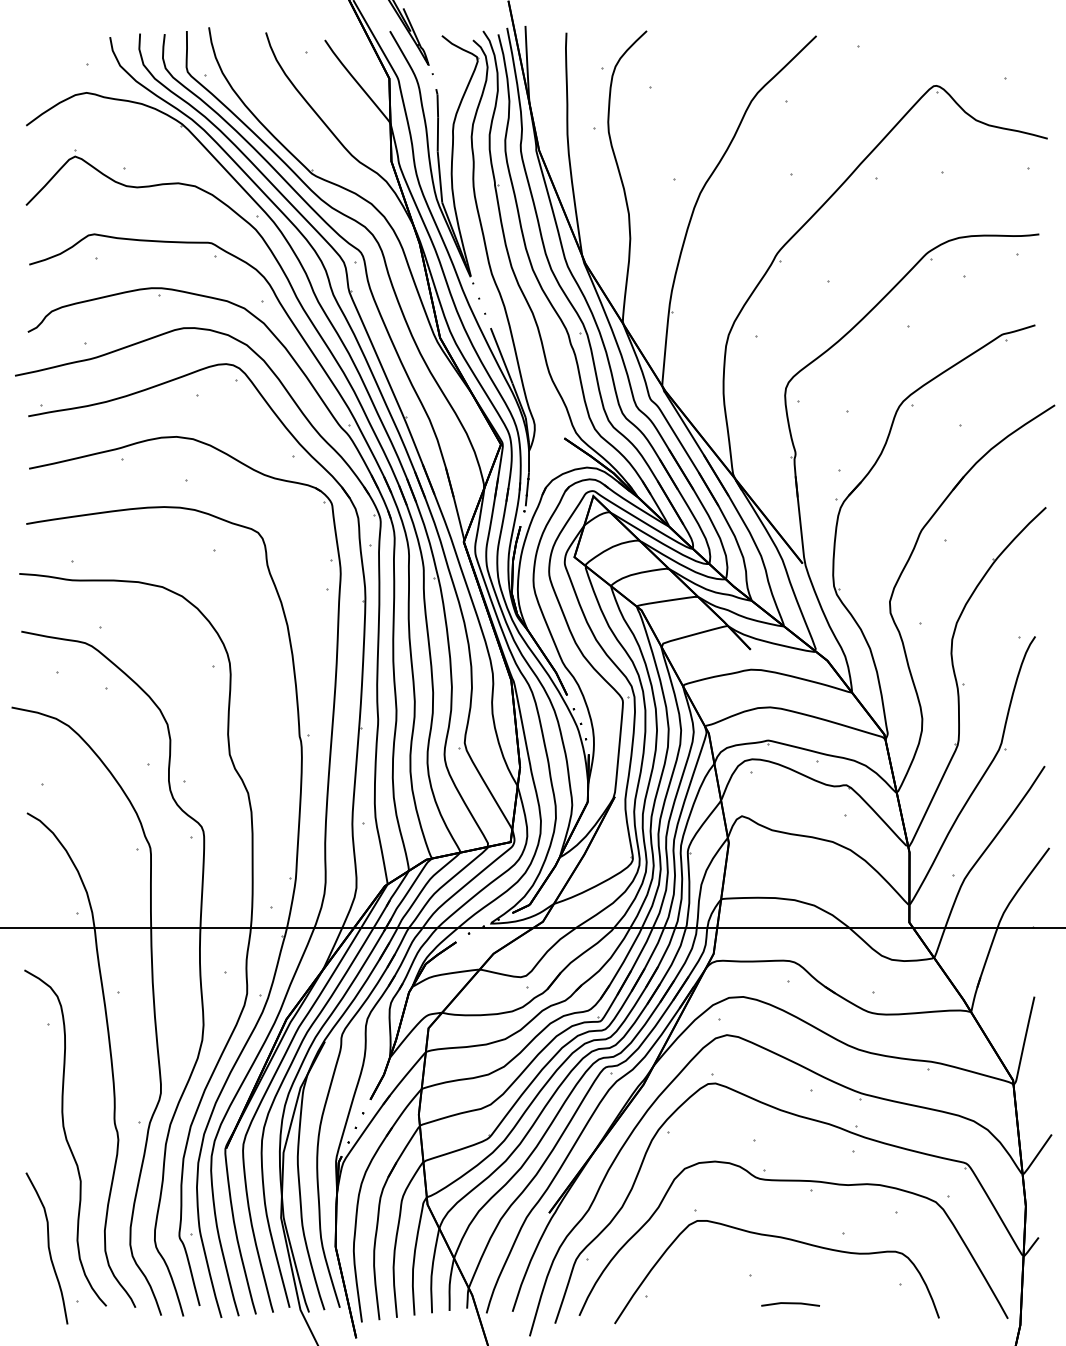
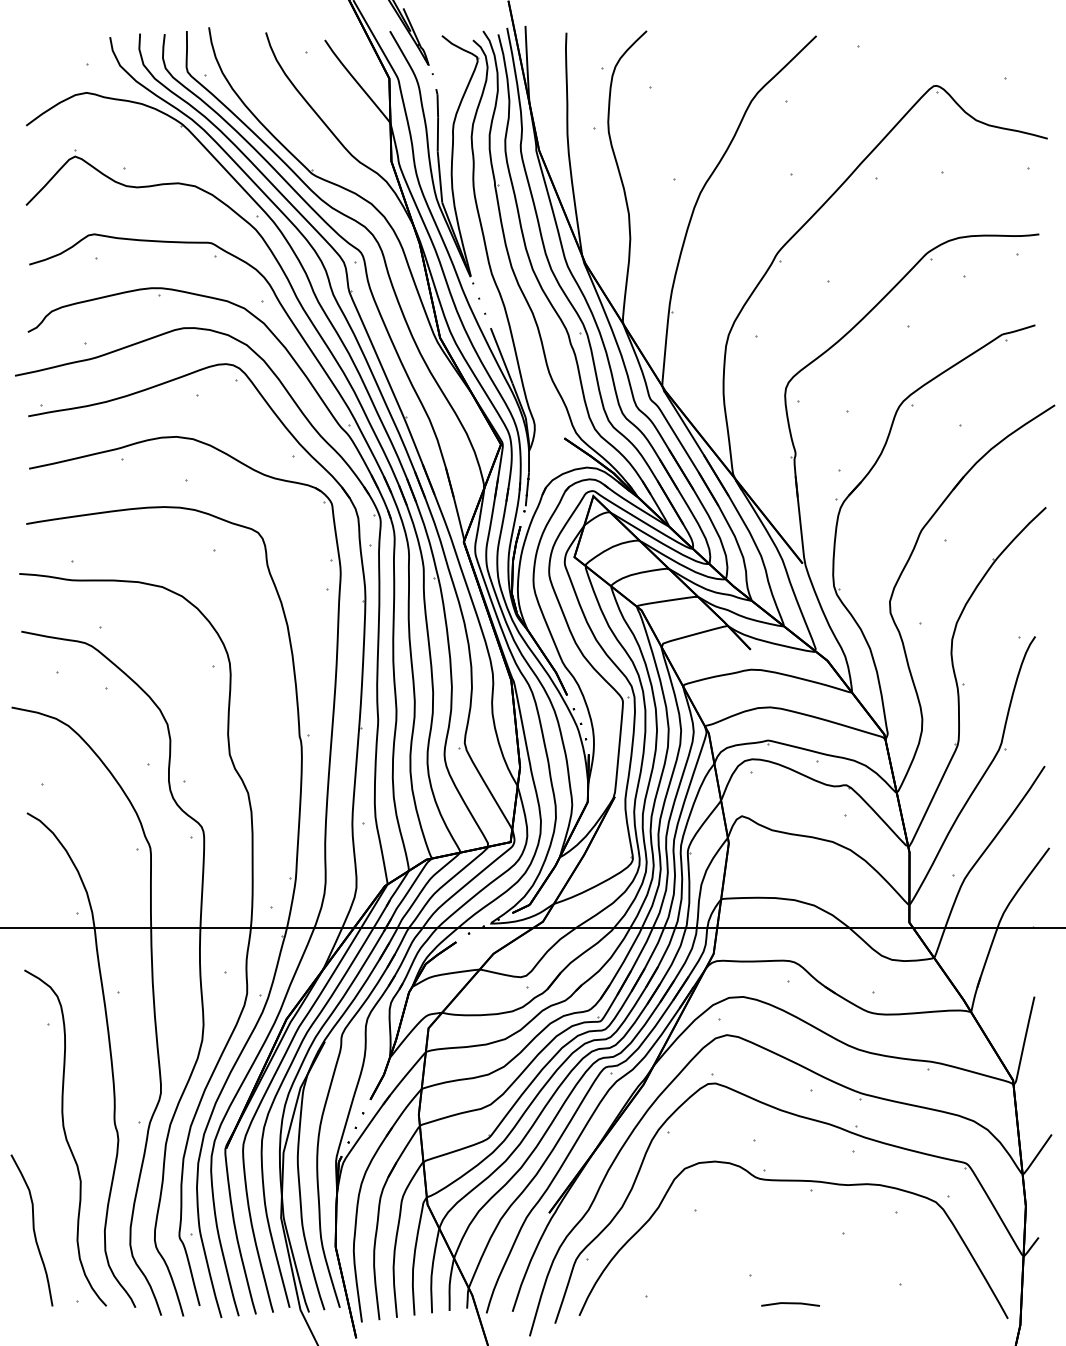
curve at (784, 1239): present -> none
curve at (48, 1248) position: (48, 1248) -> (33, 1230)
